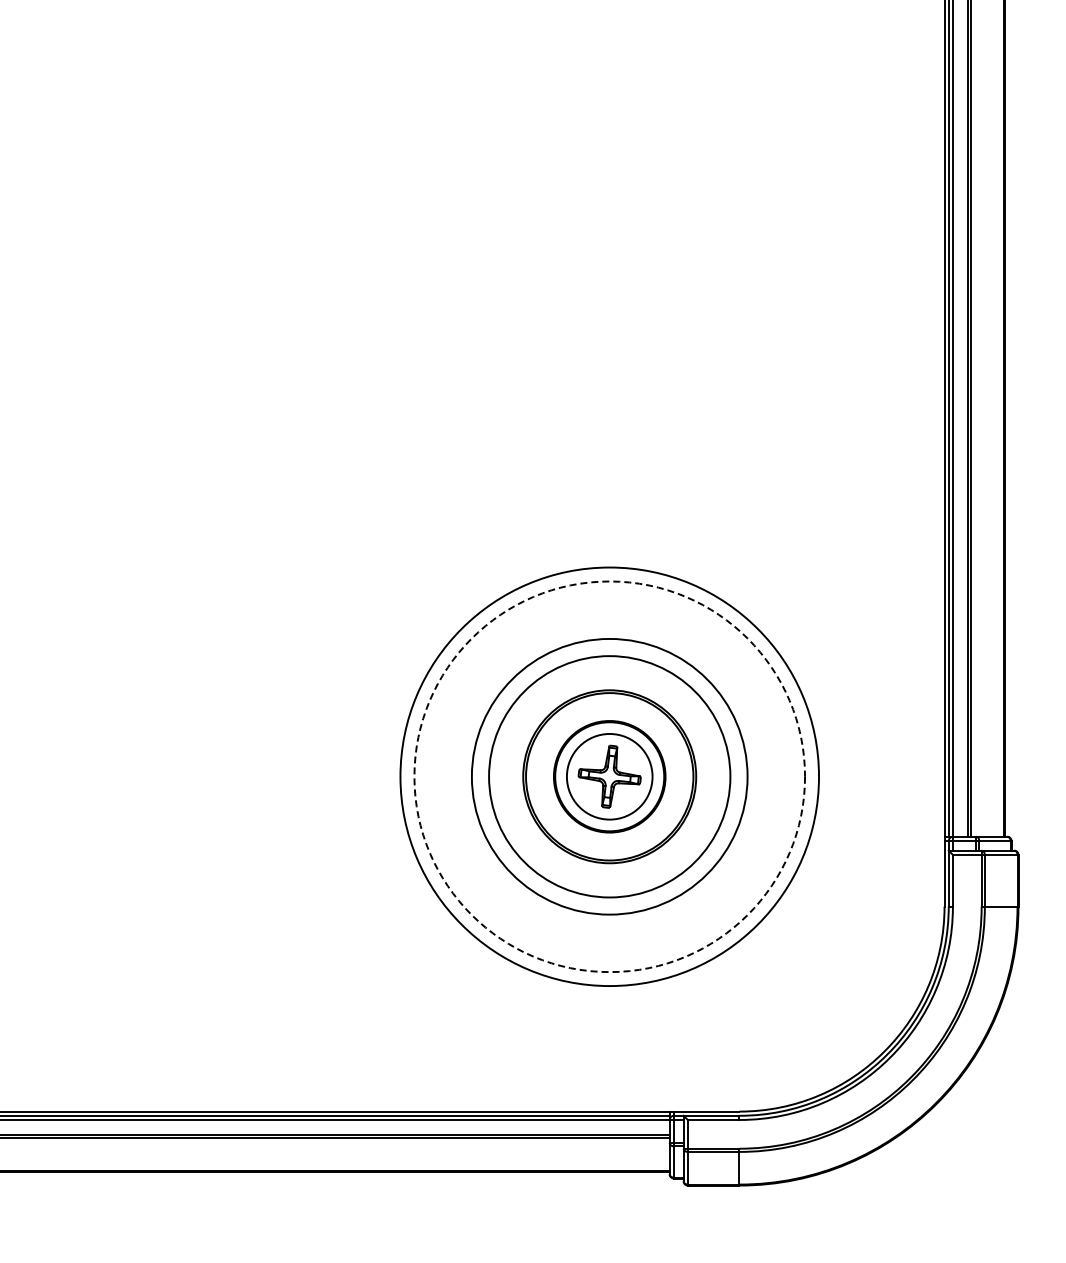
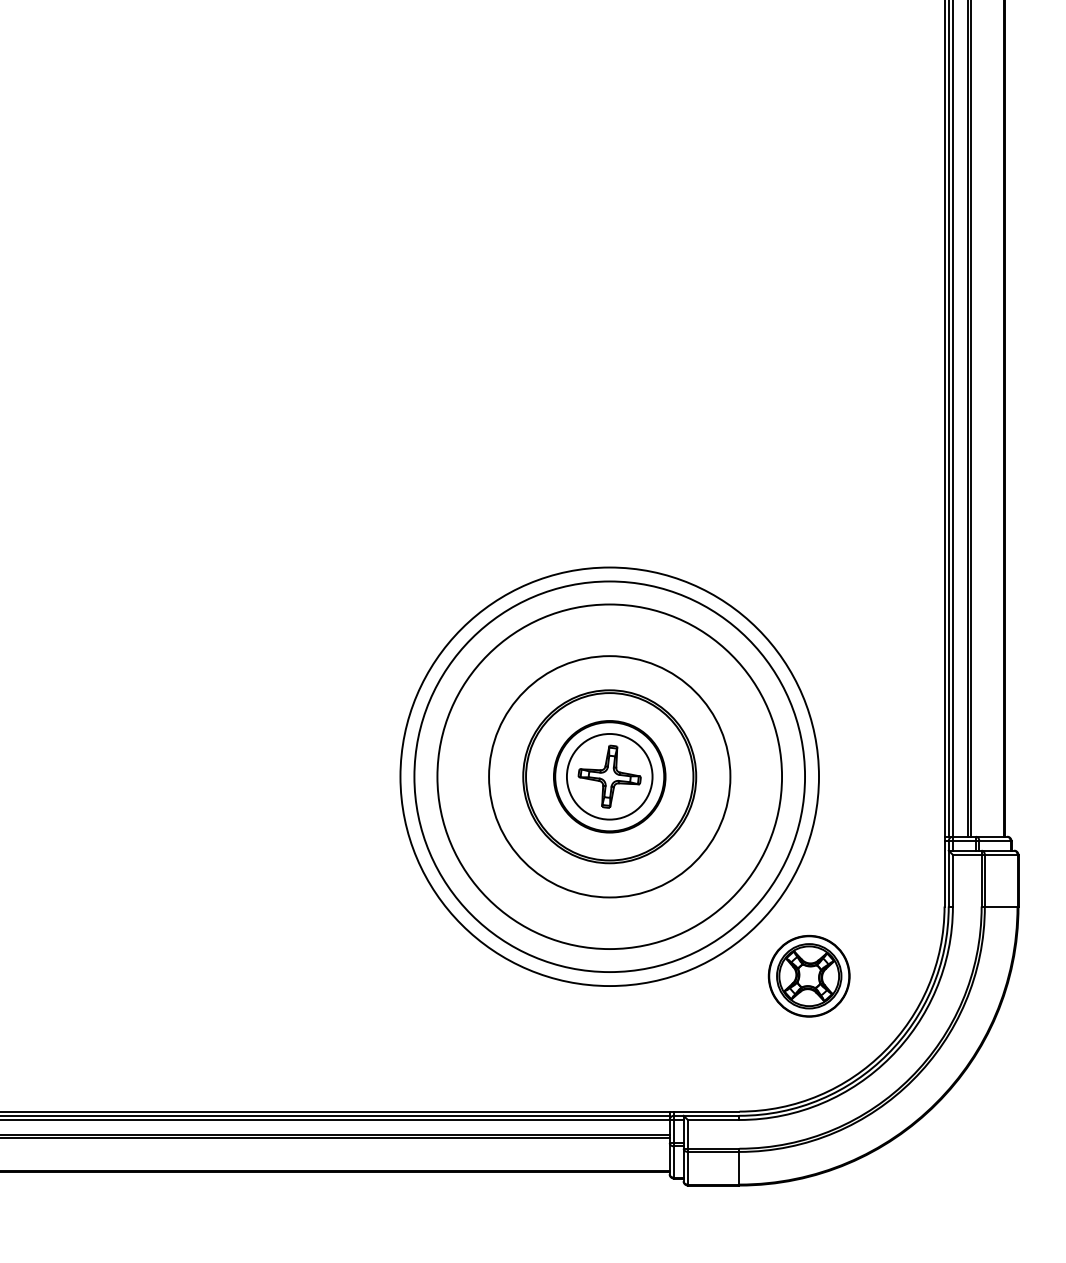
circle at (609, 776) diameter: 276 px -> 345 px
circle at (609, 776): dashed -> solid
part at (808, 976): none -> present
